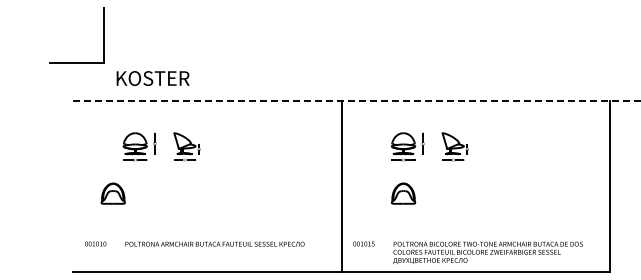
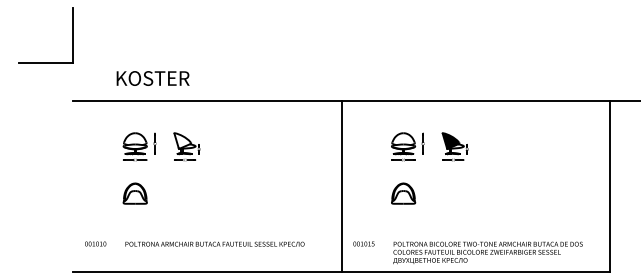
part at (103, 35) position: (103, 35) -> (72, 35)
line at (357, 100): dashed -> solid
fill at (450, 140): none -> present
part at (112, 193) position: (112, 193) -> (134, 193)
